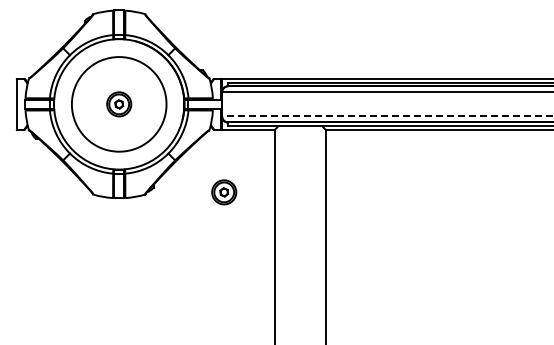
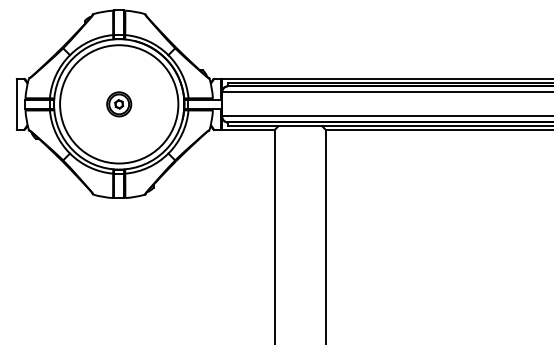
circle at (118, 104) diameter: 95 px -> 118 px
line at (387, 116): dashed -> solid
part at (224, 192): present -> none
